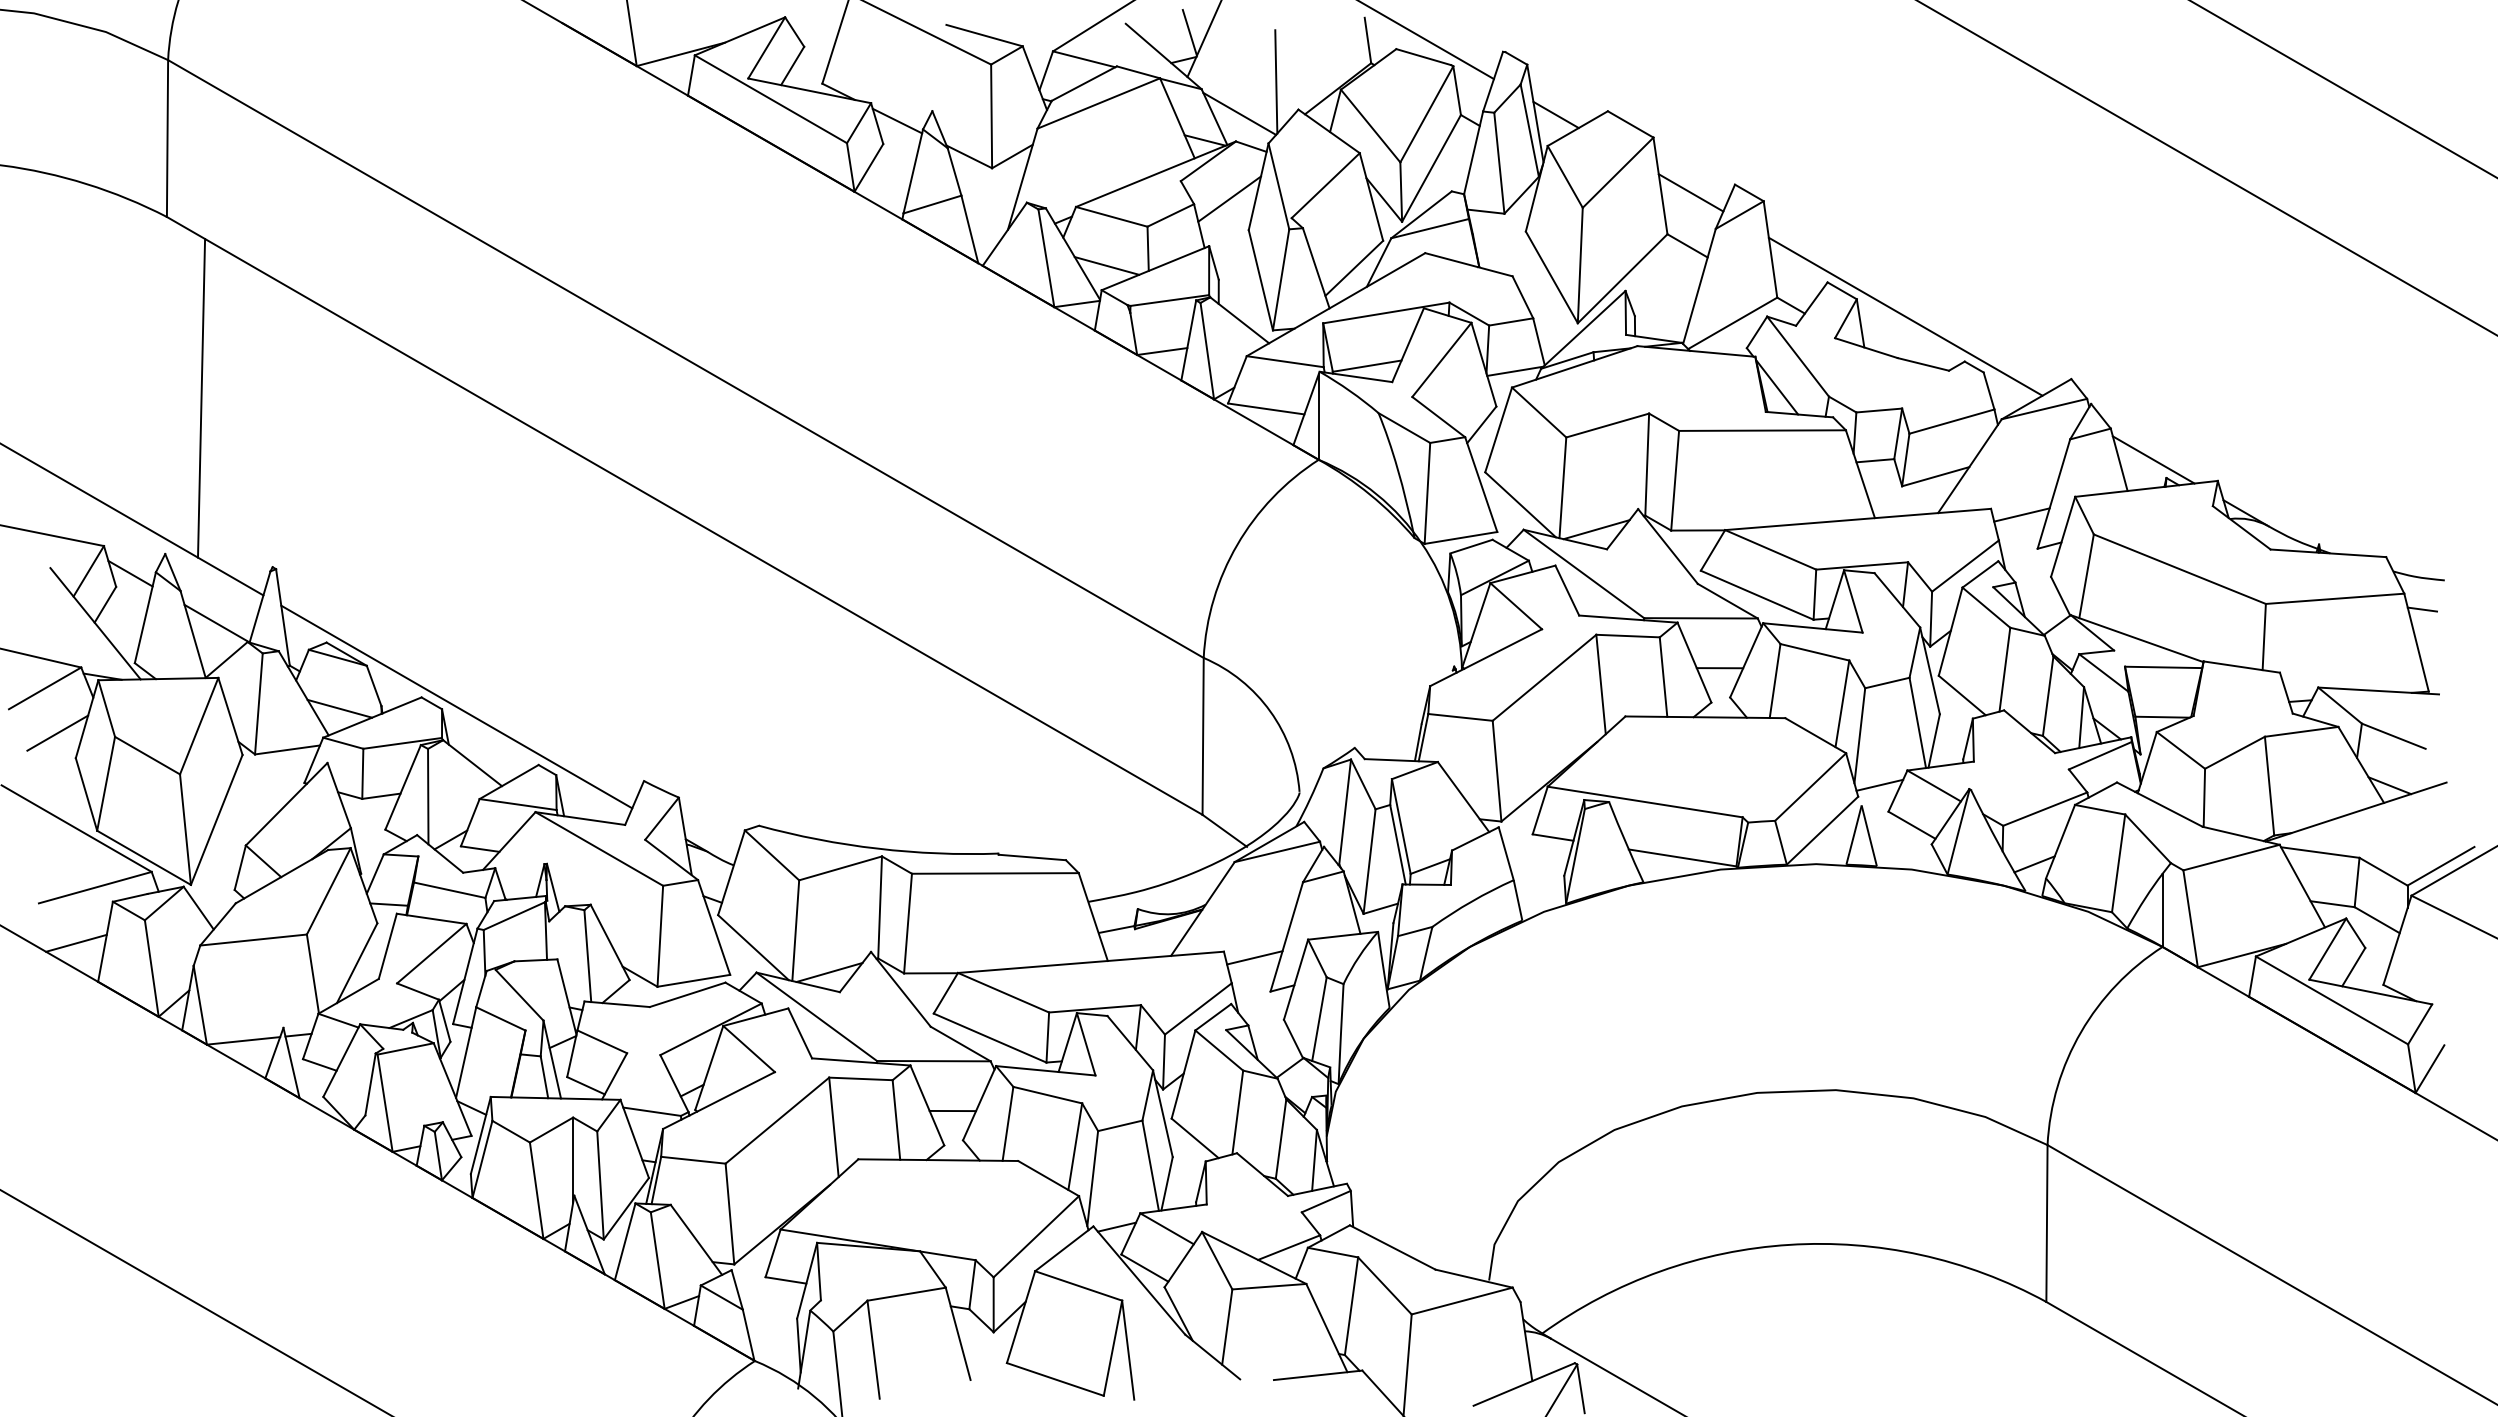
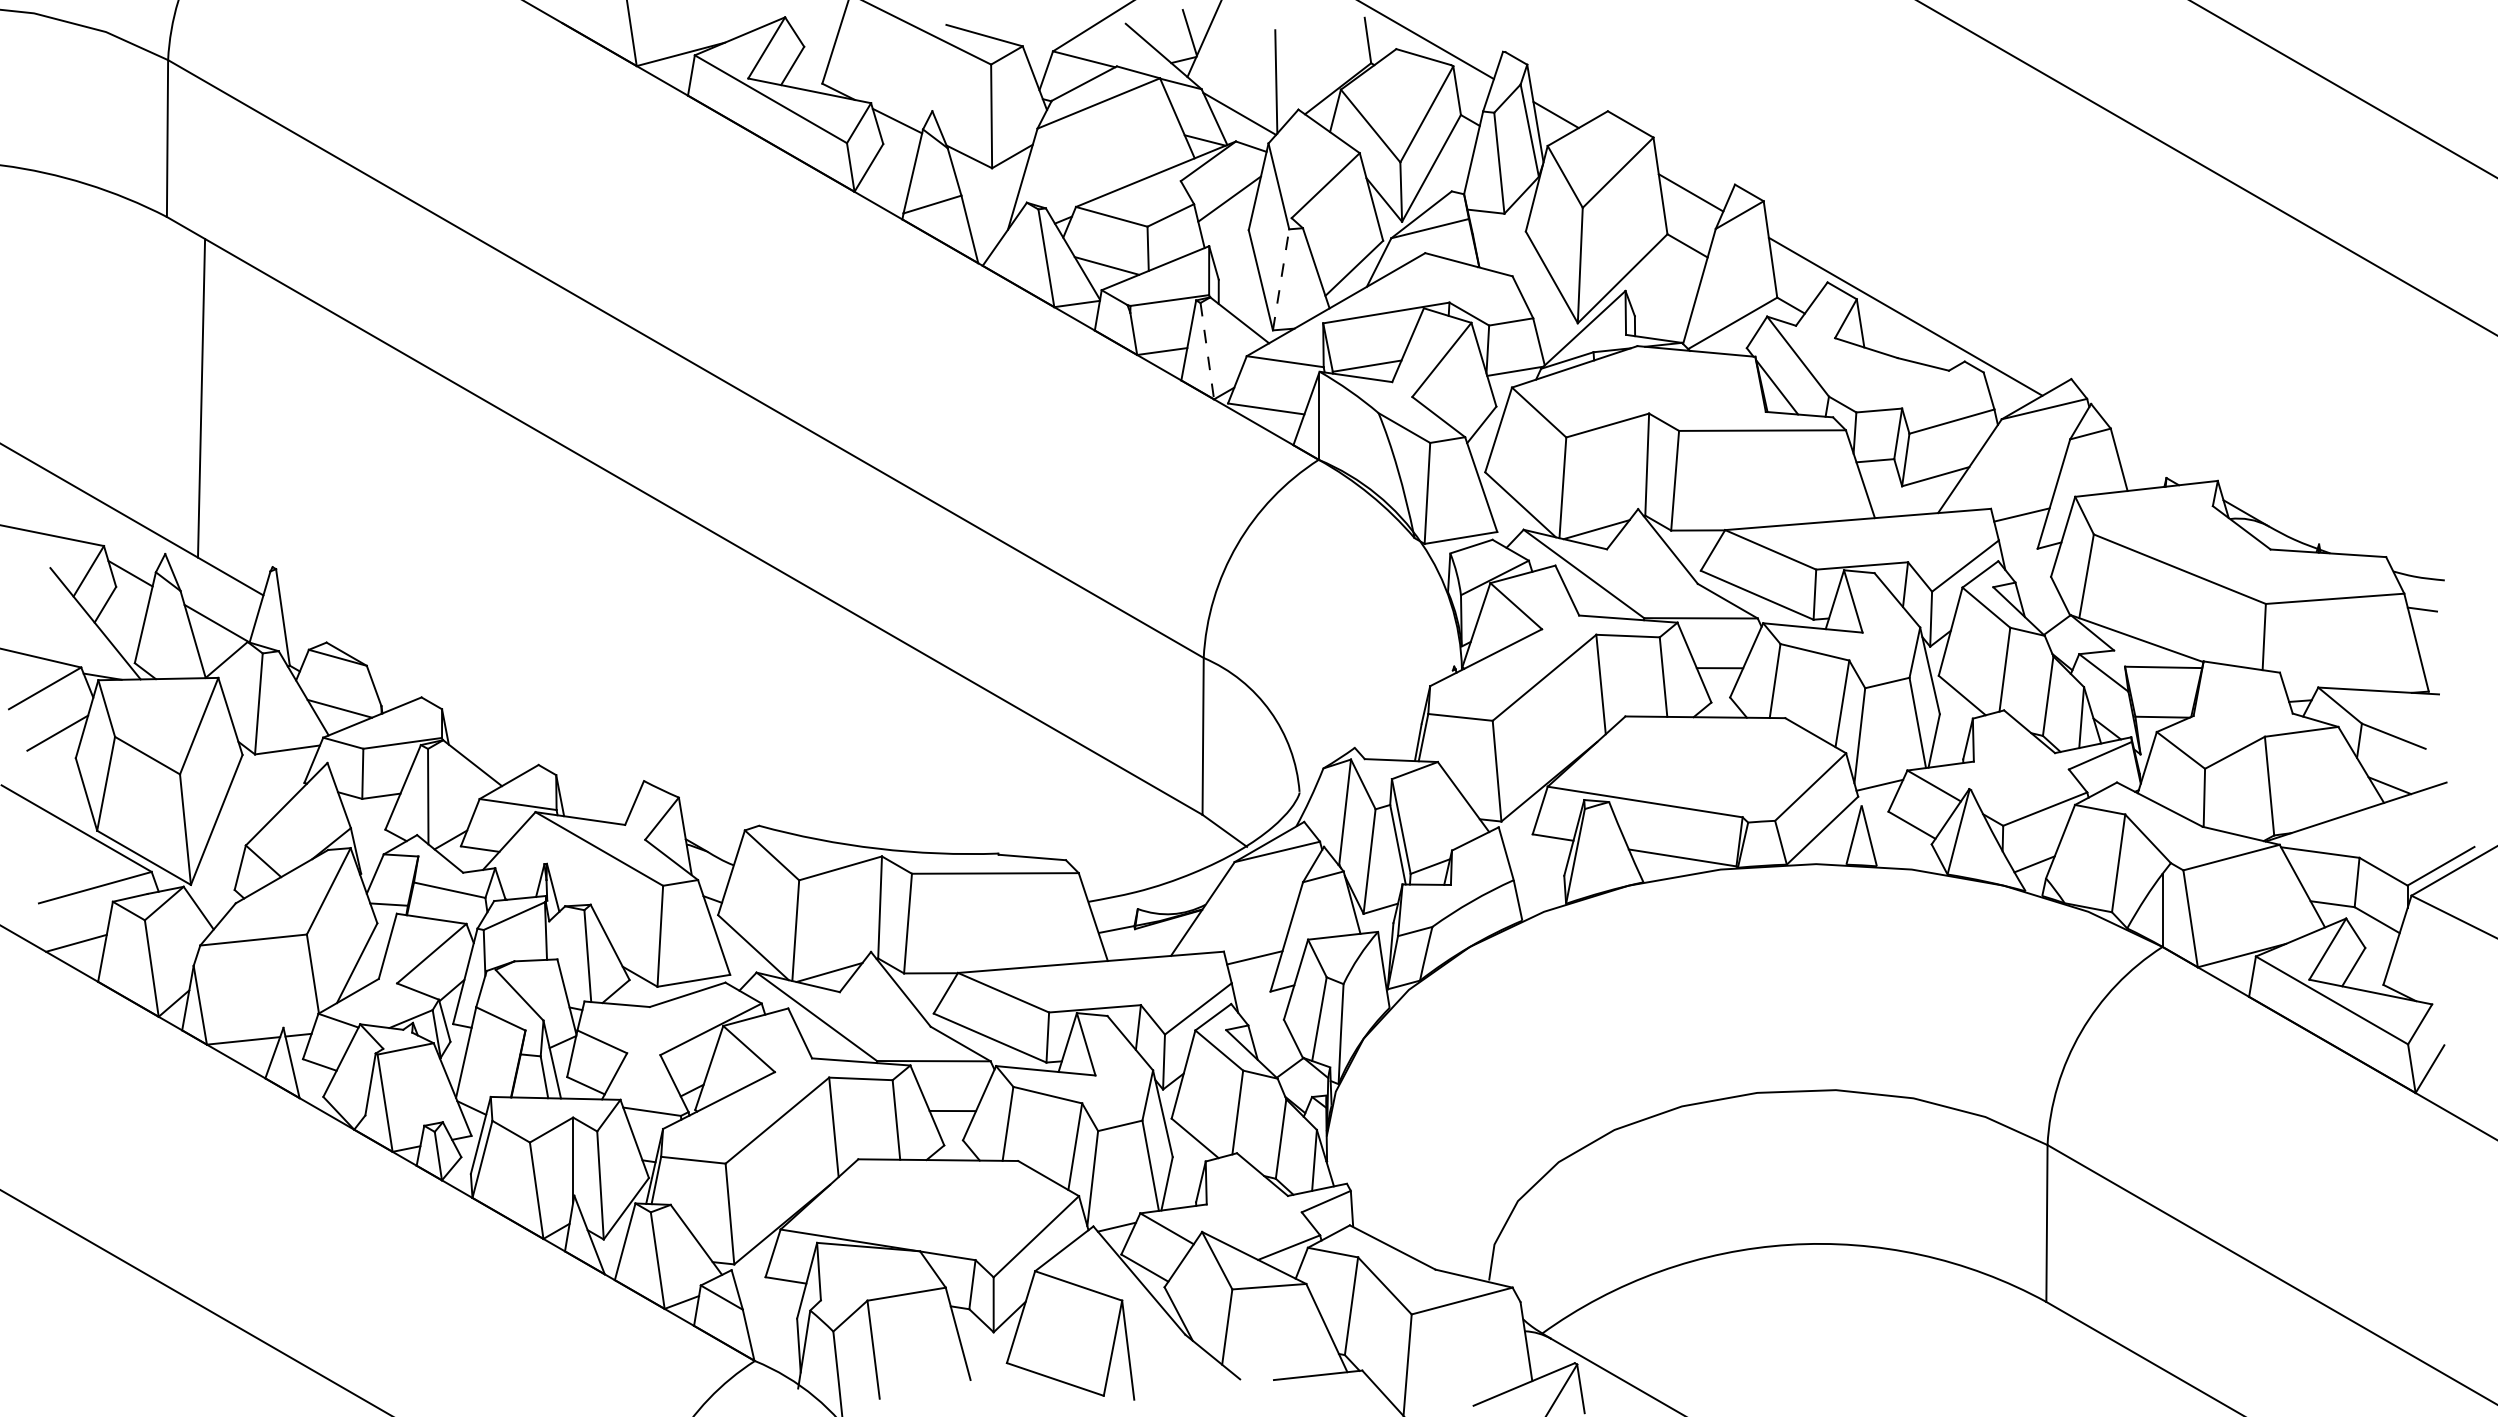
line at (1281, 279): solid -> dashed
line at (1207, 351): solid -> dashed
line at (2153, 459): present -> none
line at (456, 706): present -> none
